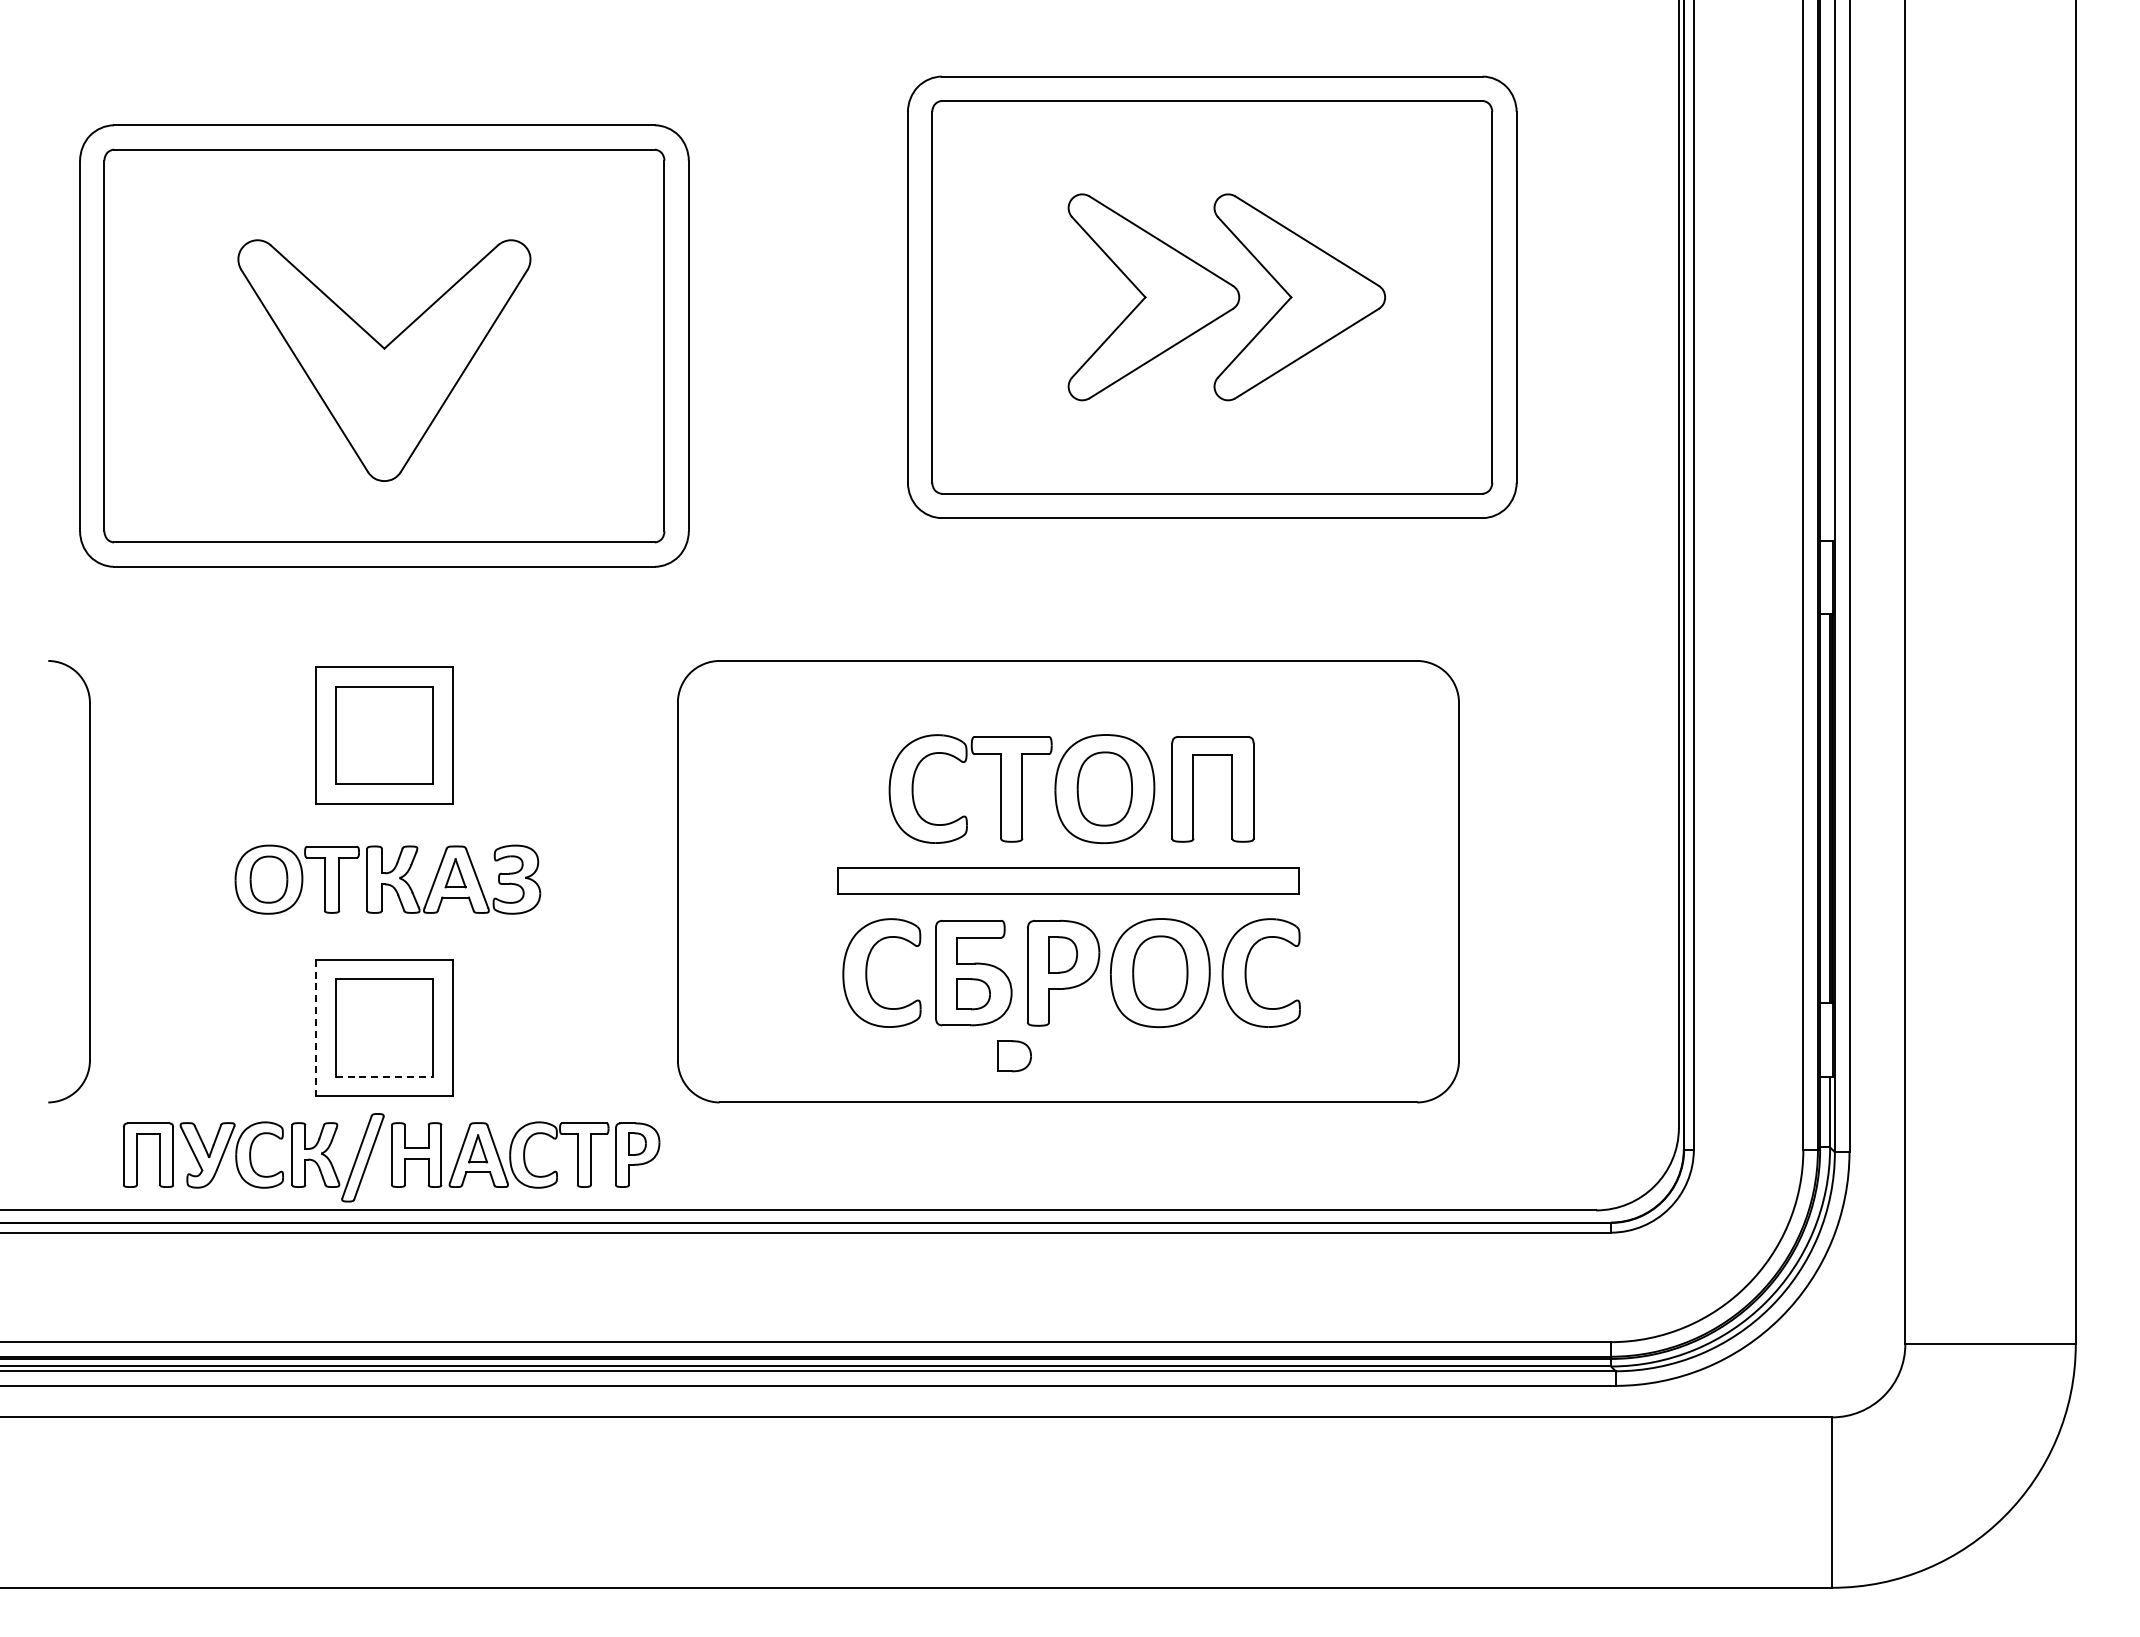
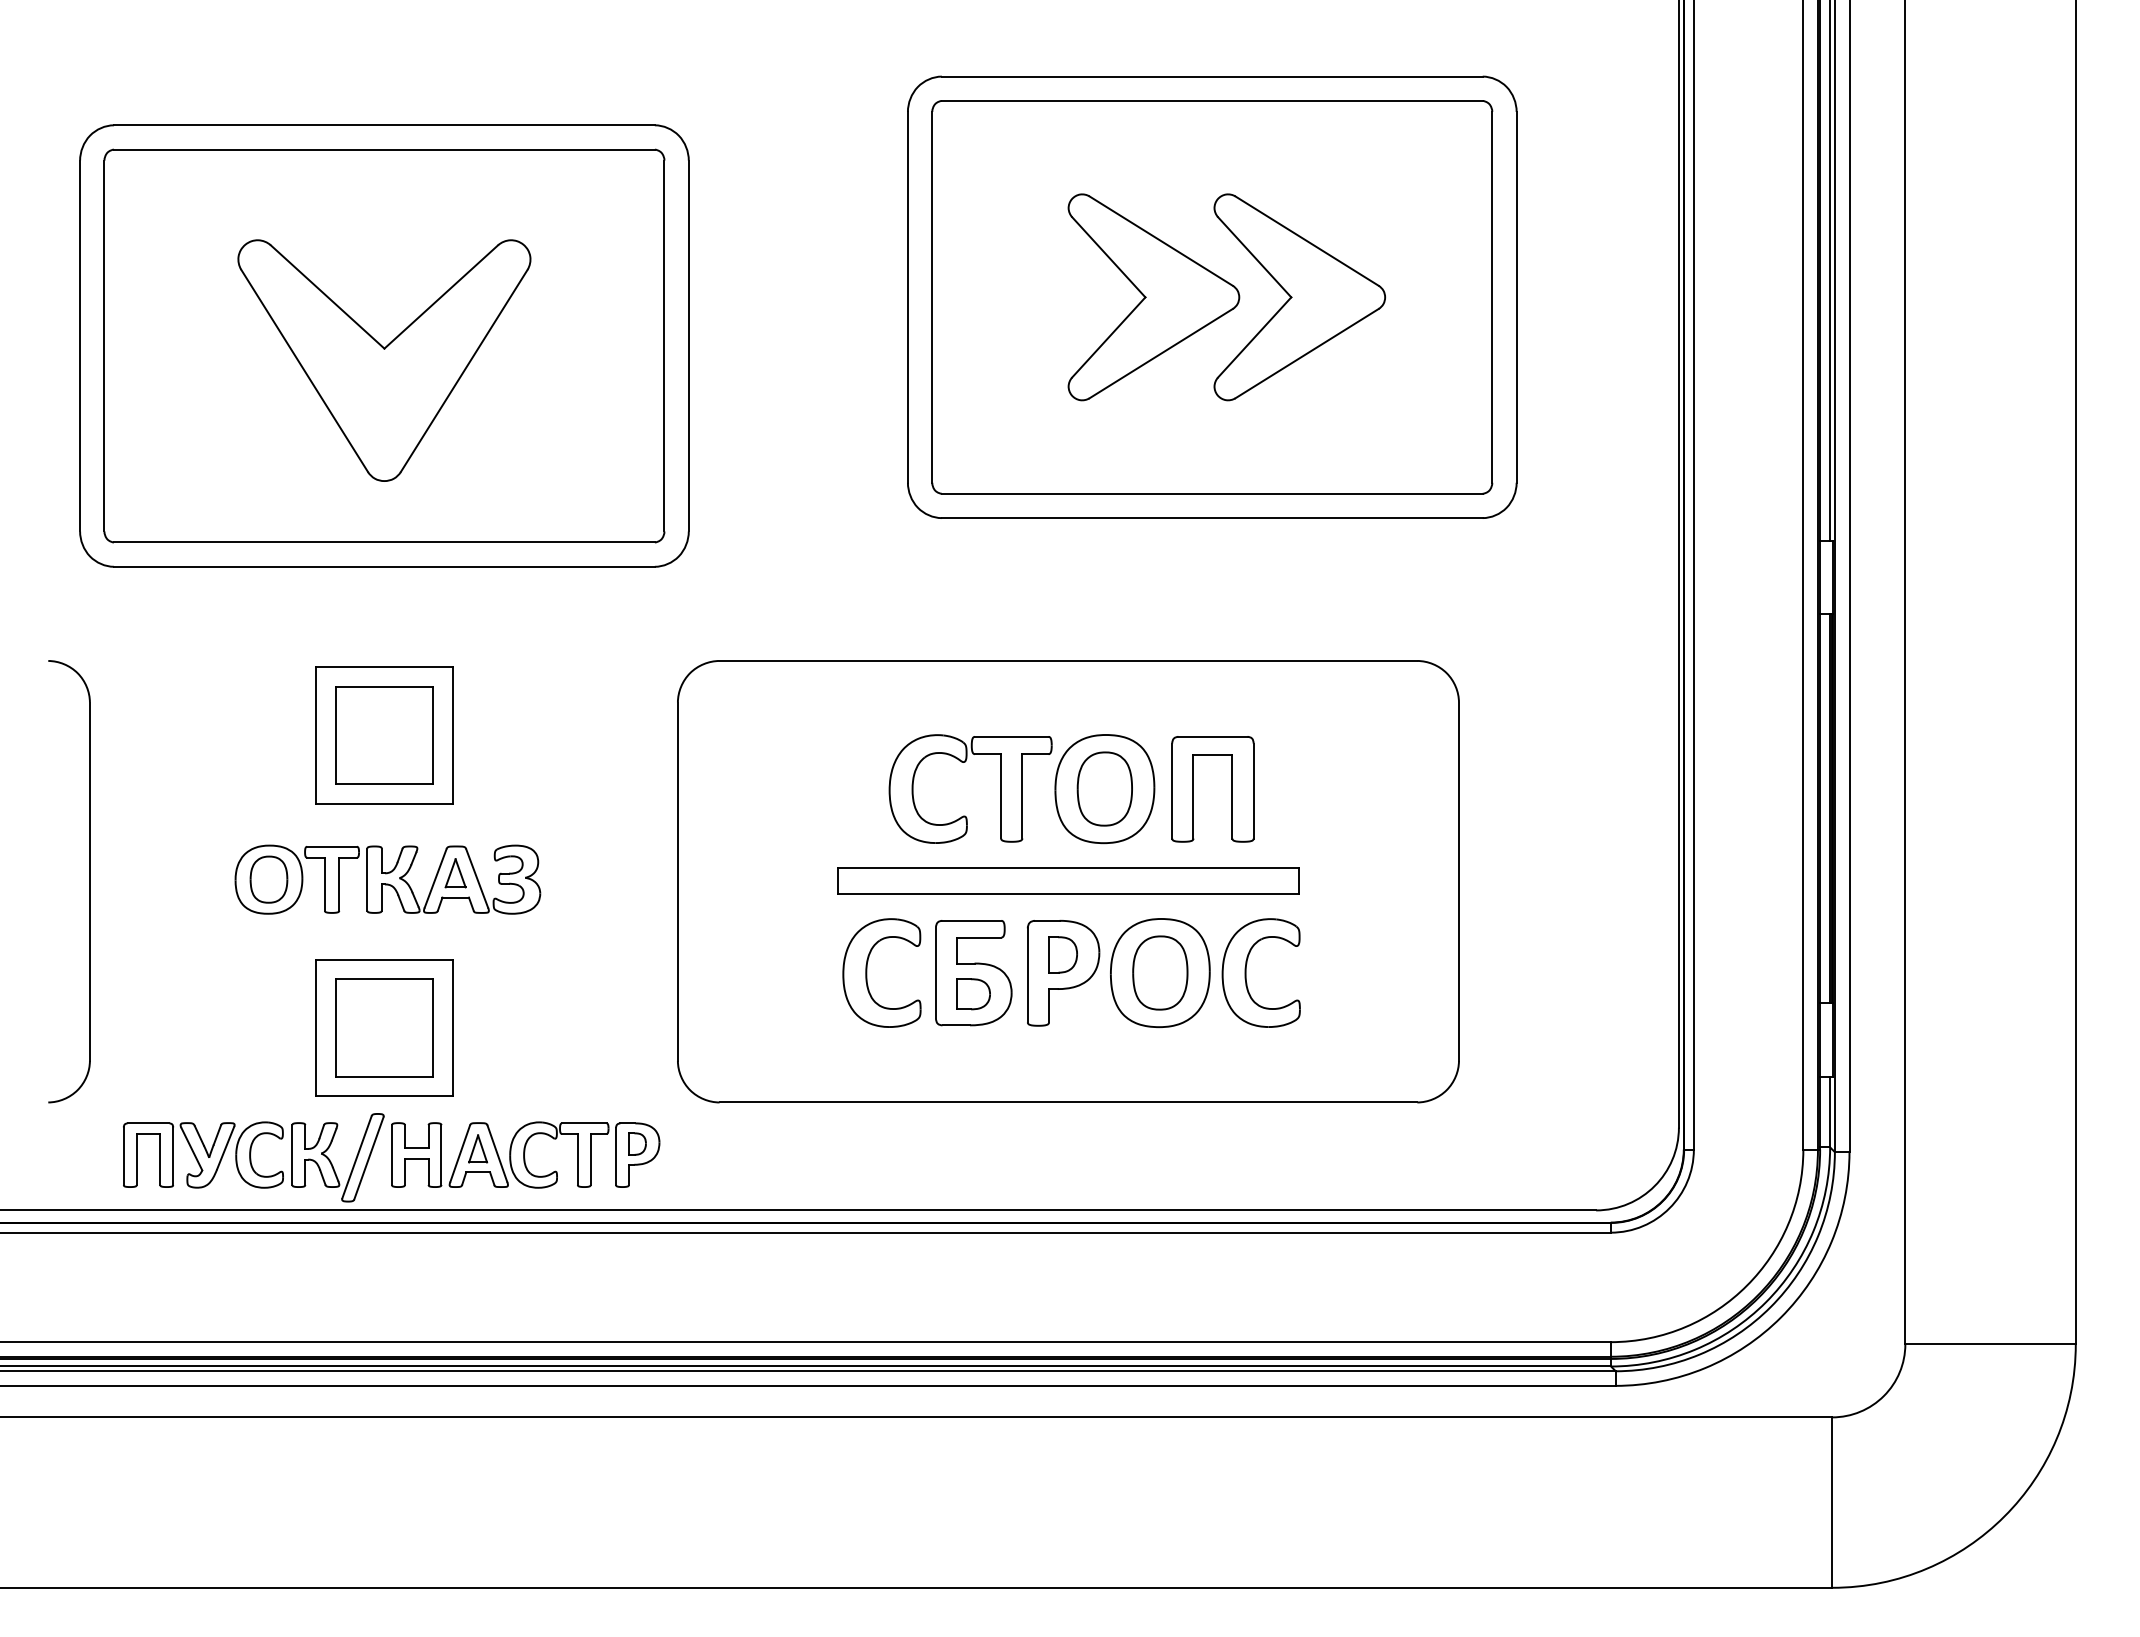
line at (1830, 271): none -> present
line at (316, 1028): dashed -> solid
part at (1014, 1056): present -> none
line at (384, 1076): dashed -> solid
